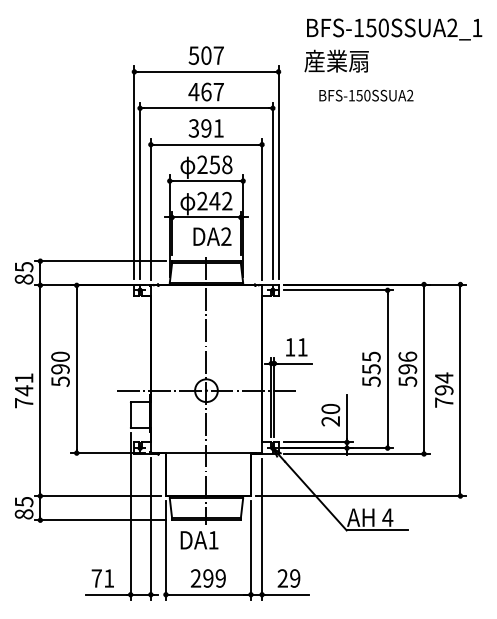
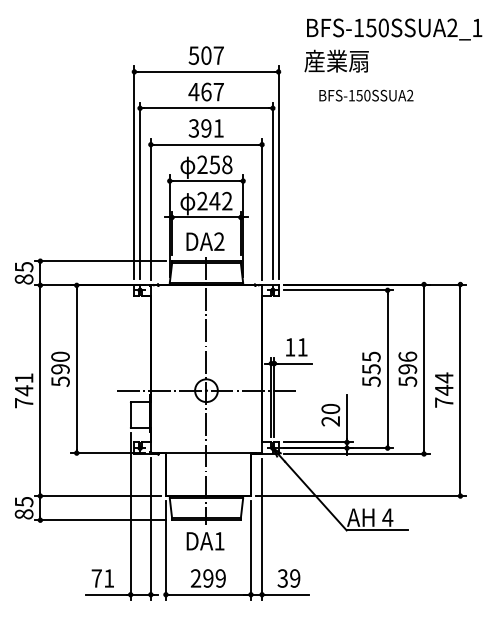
text at (212, 236) position: (212, 236) -> (205, 241)
text at (443, 389): 794 -> 744
text at (199, 540) position: (199, 540) -> (205, 541)
text at (282, 578): 29 -> 39
